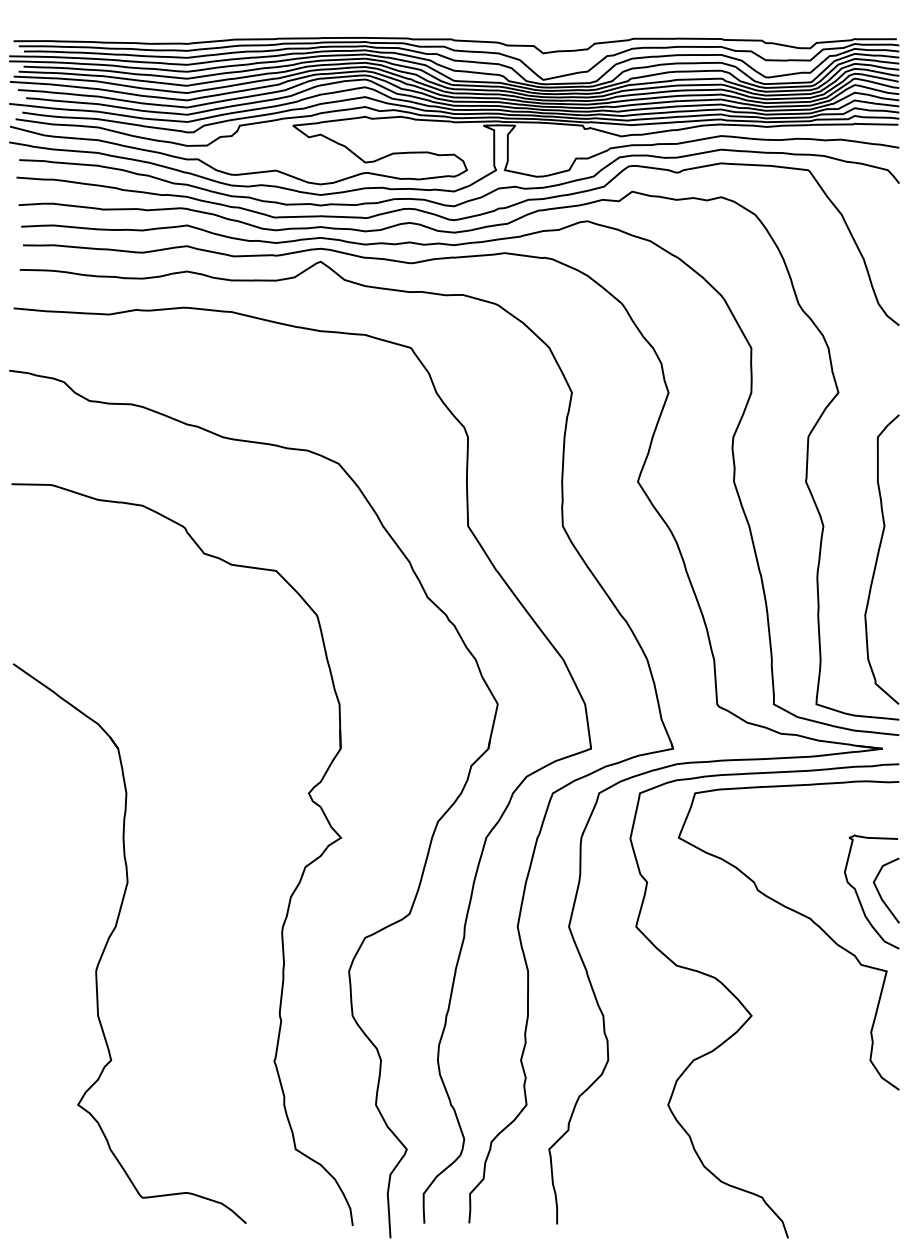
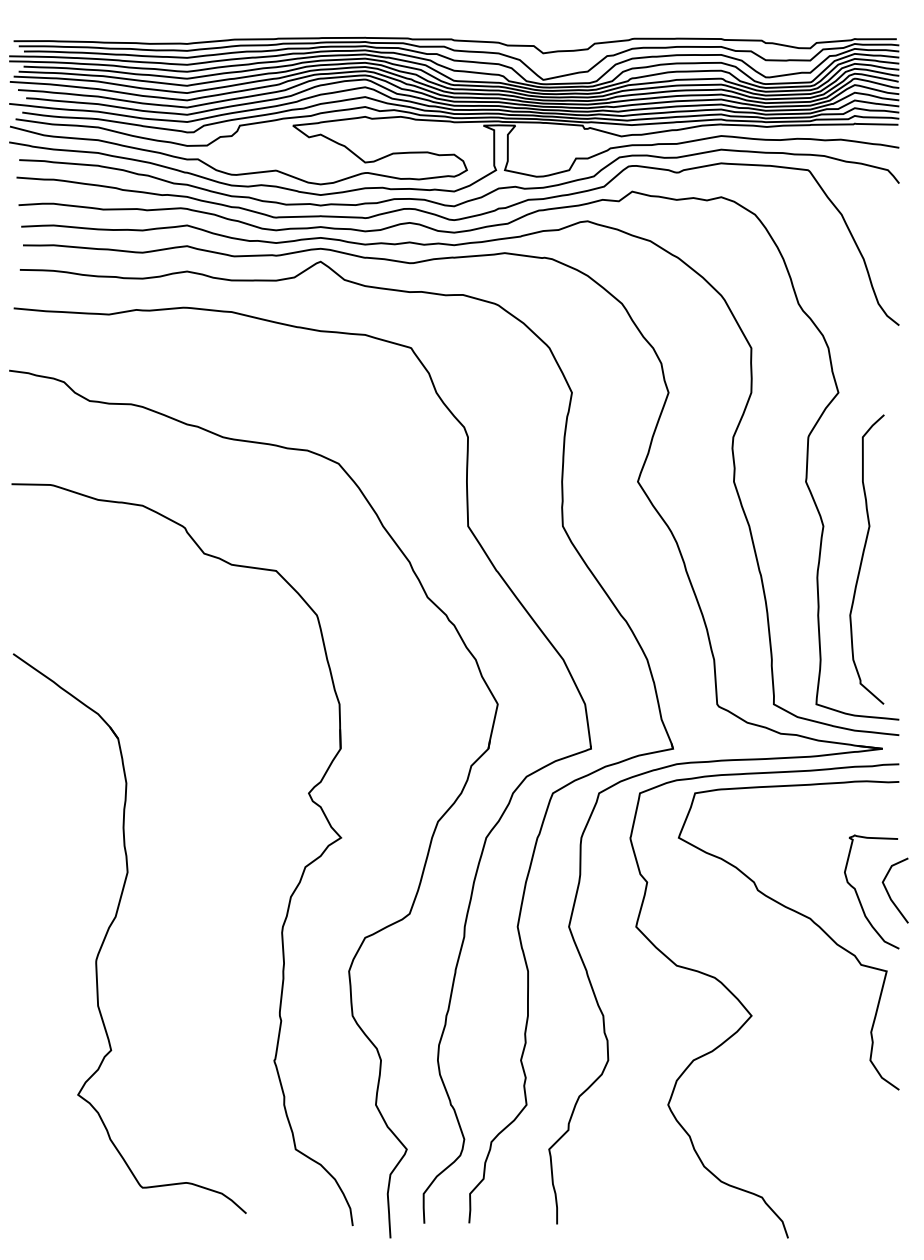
curve at (878, 558) position: (878, 558) -> (863, 558)
line at (880, 893) position: (880, 893) -> (889, 893)
part at (112, 934) position: (112, 934) -> (112, 924)
